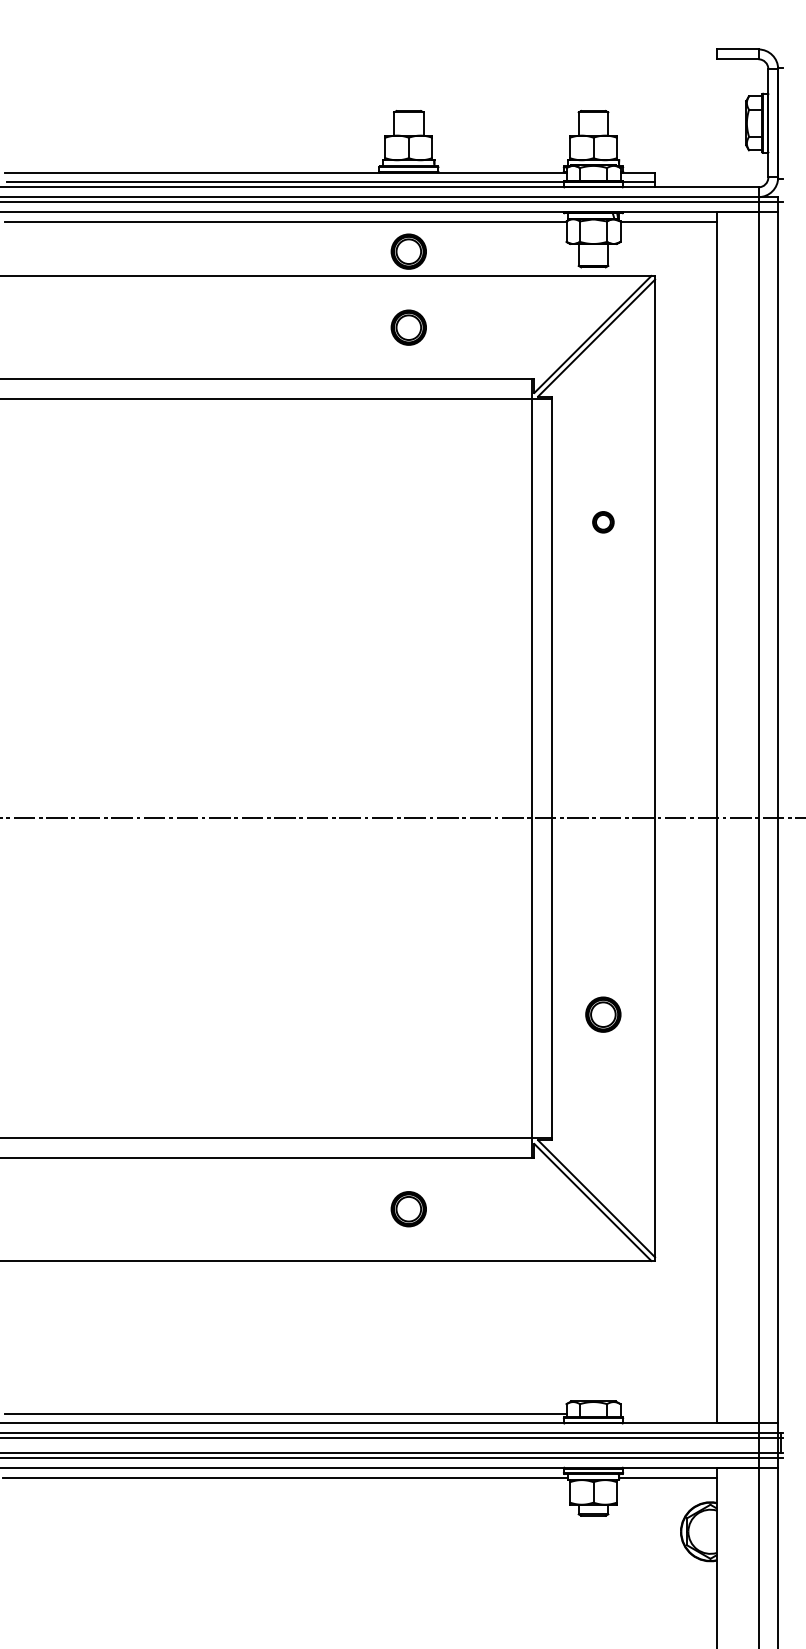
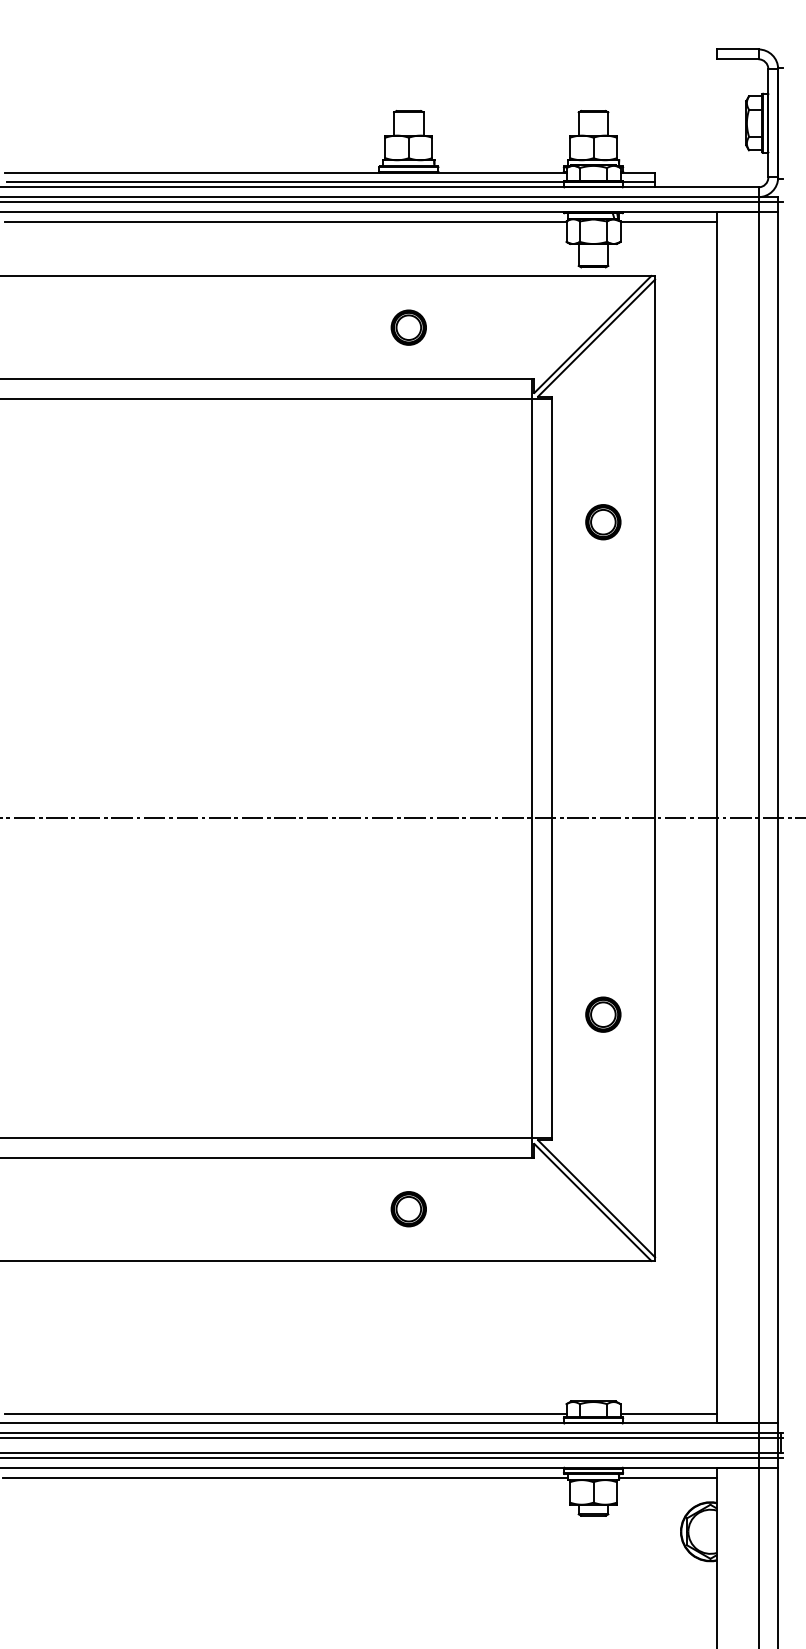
part at (408, 251): present -> none
part at (603, 522) size: 23x23 px -> 37x37 px
line at (668, 1413): none -> present
